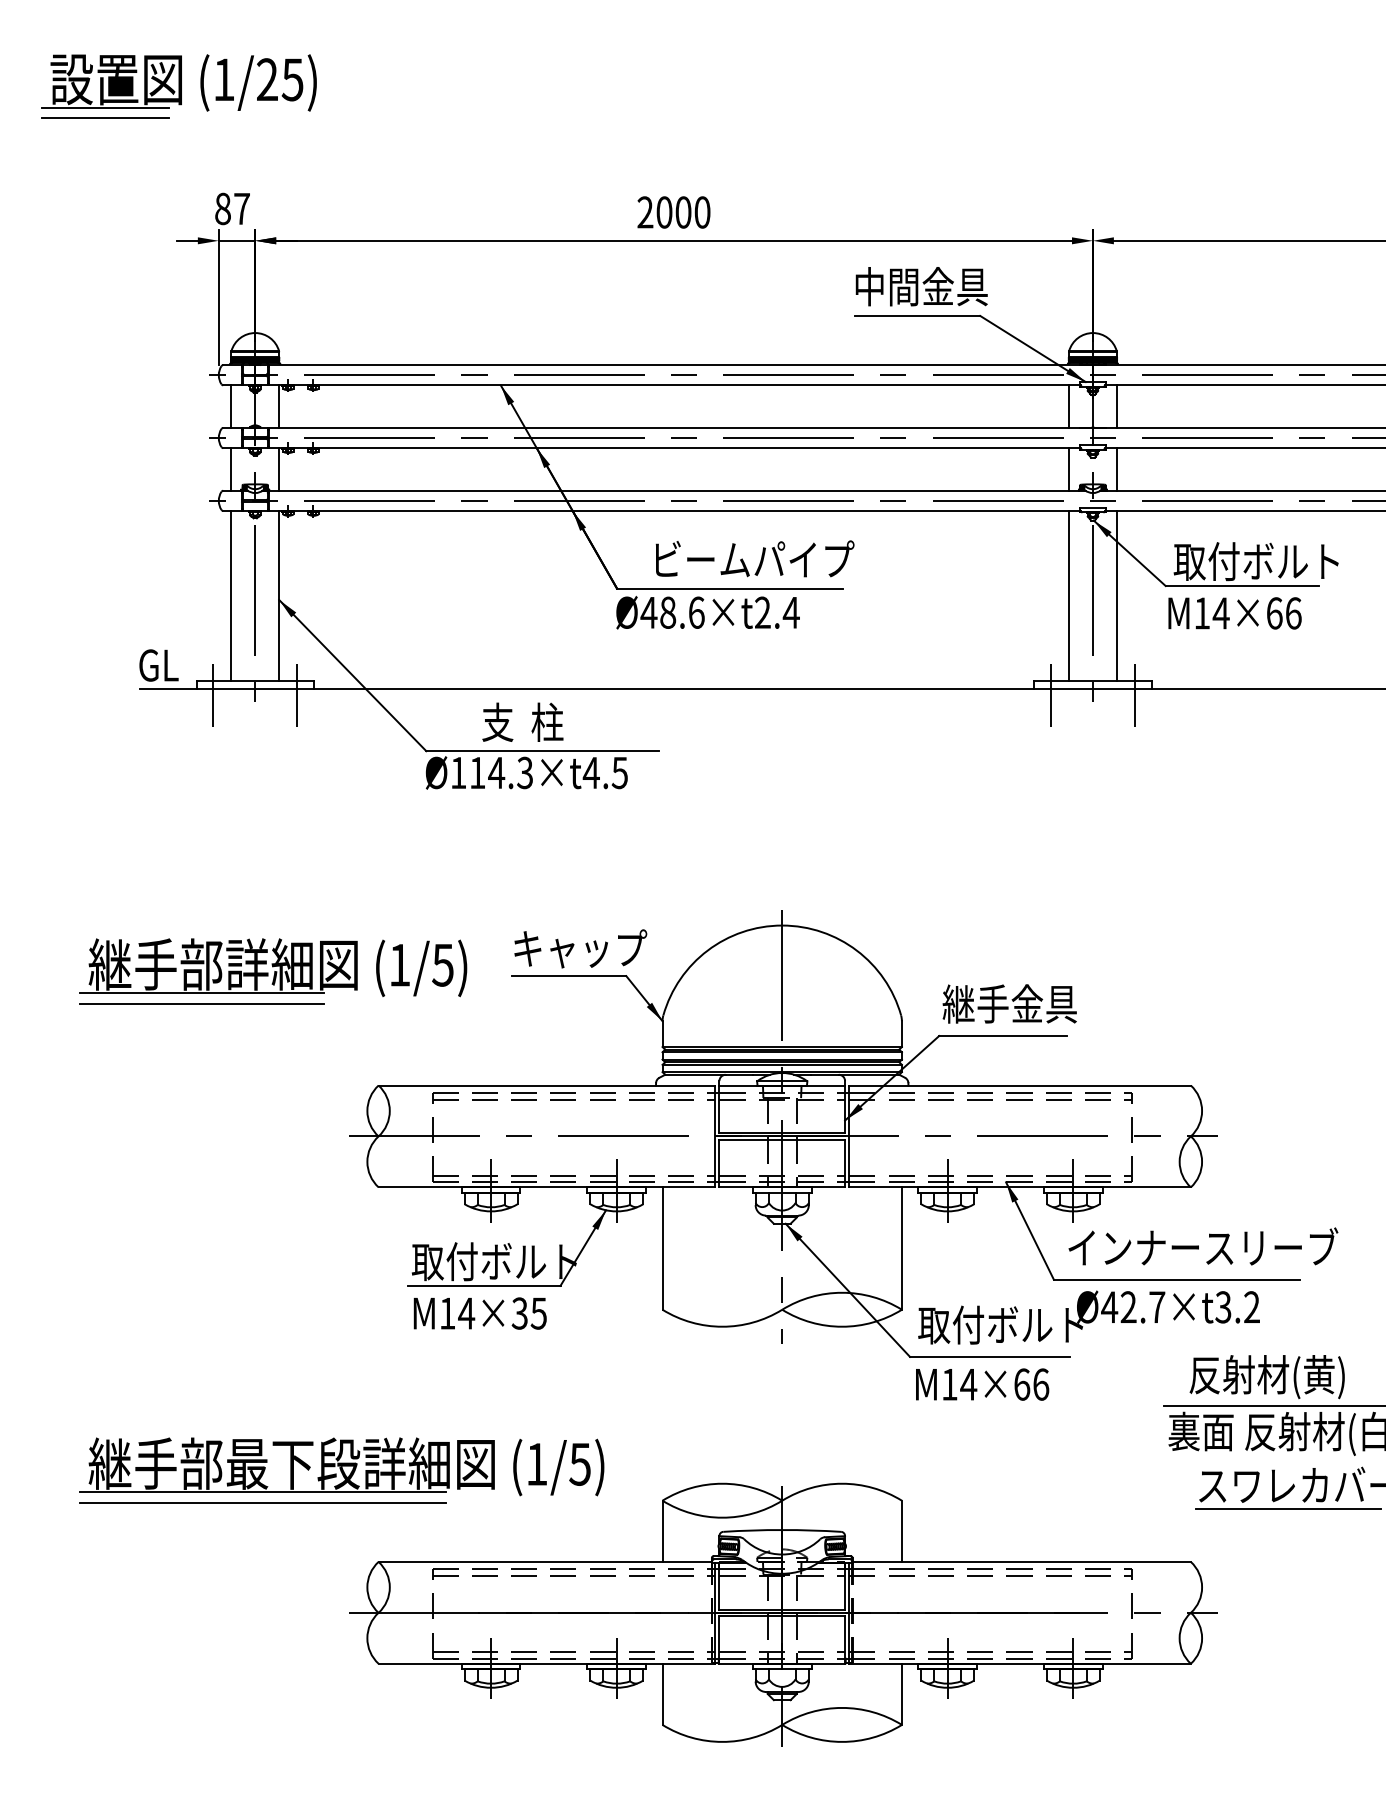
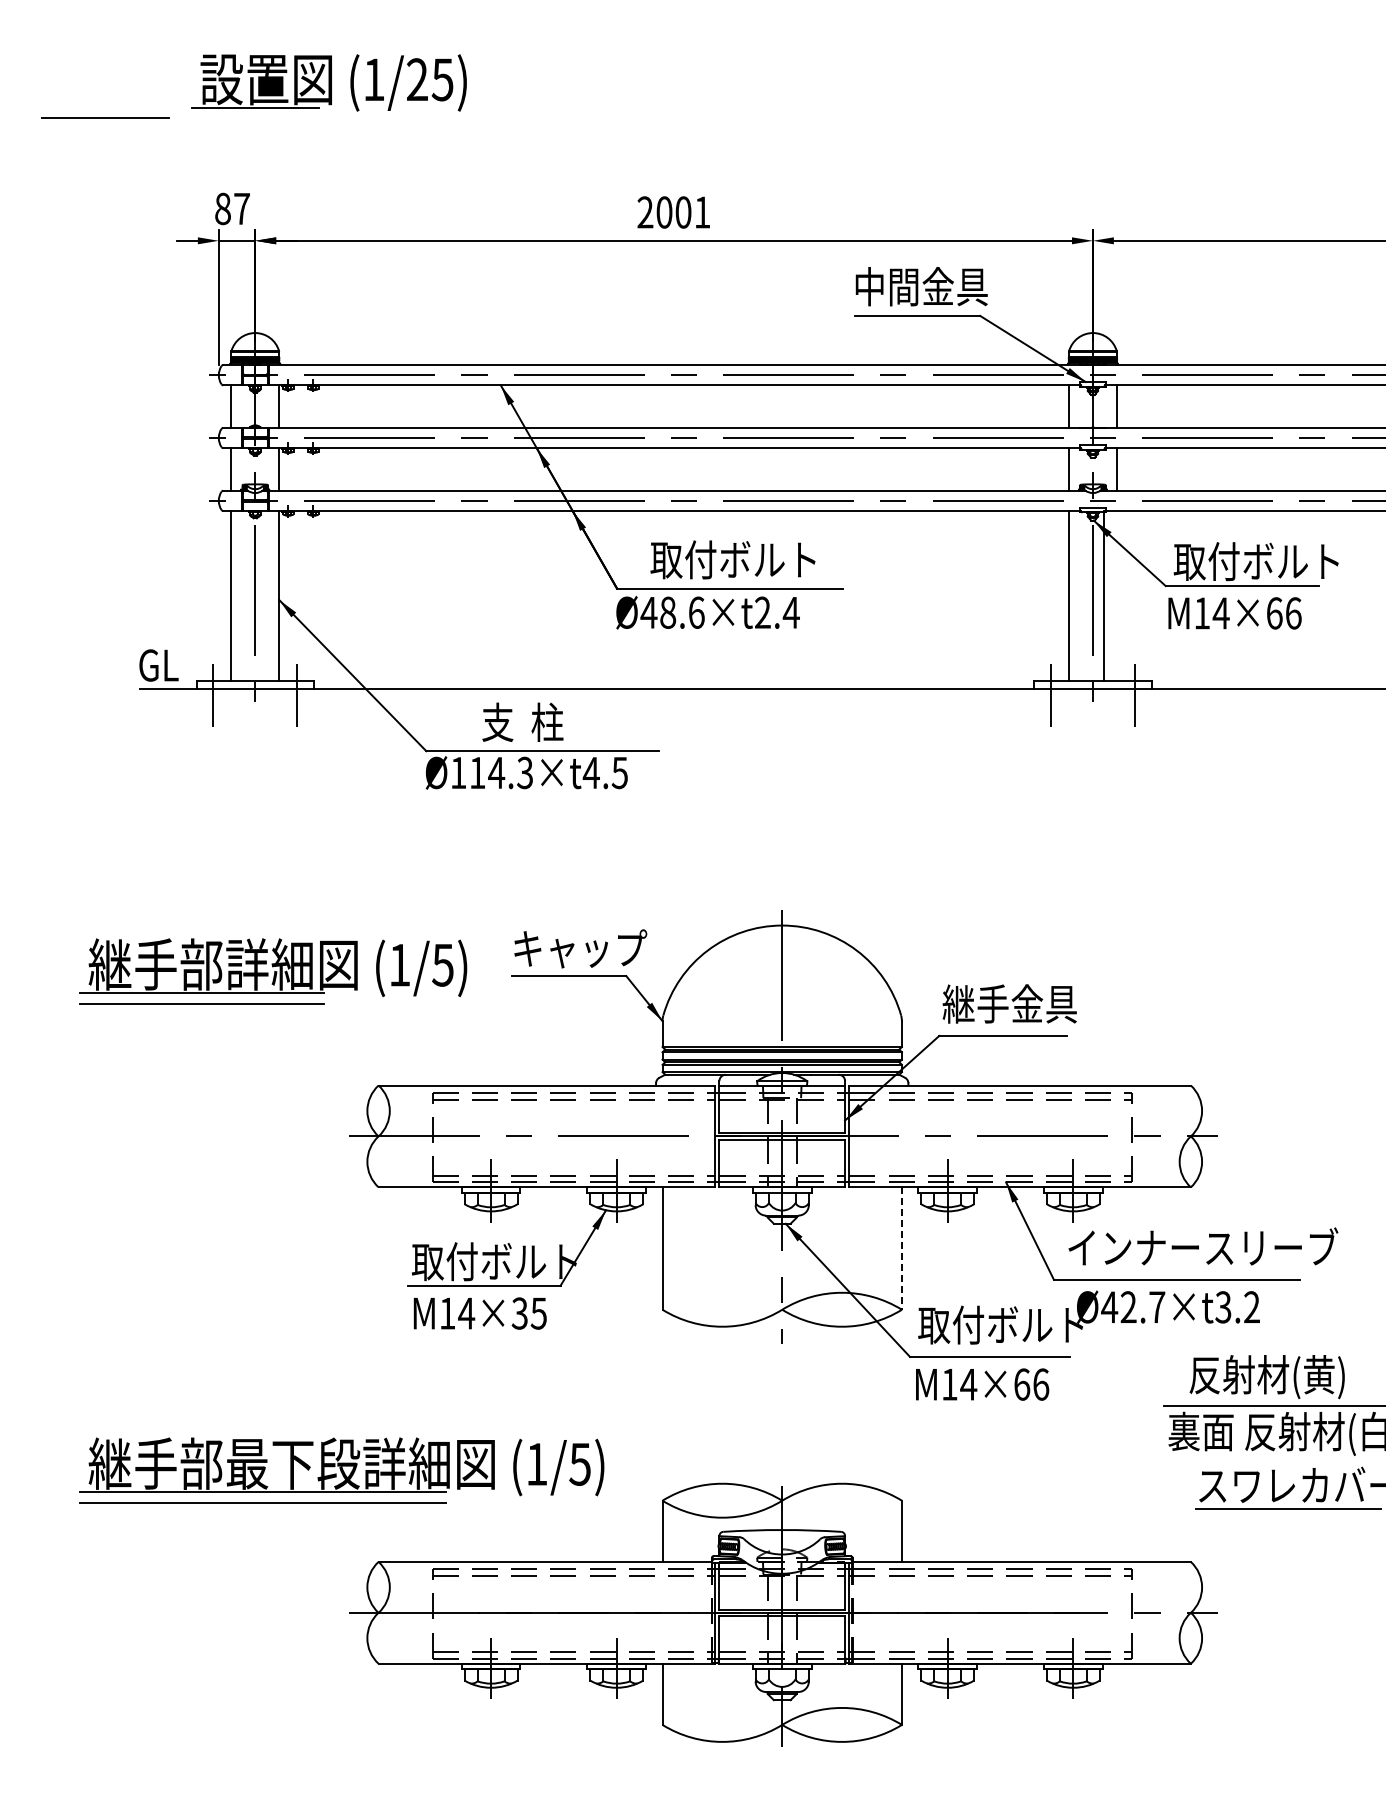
part at (178, 82) position: (178, 82) -> (328, 82)
text at (702, 212): 2000 -> 2001
text at (752, 559): ビームパイプ -> 取付ボルト
line at (1116, 596) position: (1116, 596) -> (1103, 596)
line at (901, 1249): solid -> dashed
